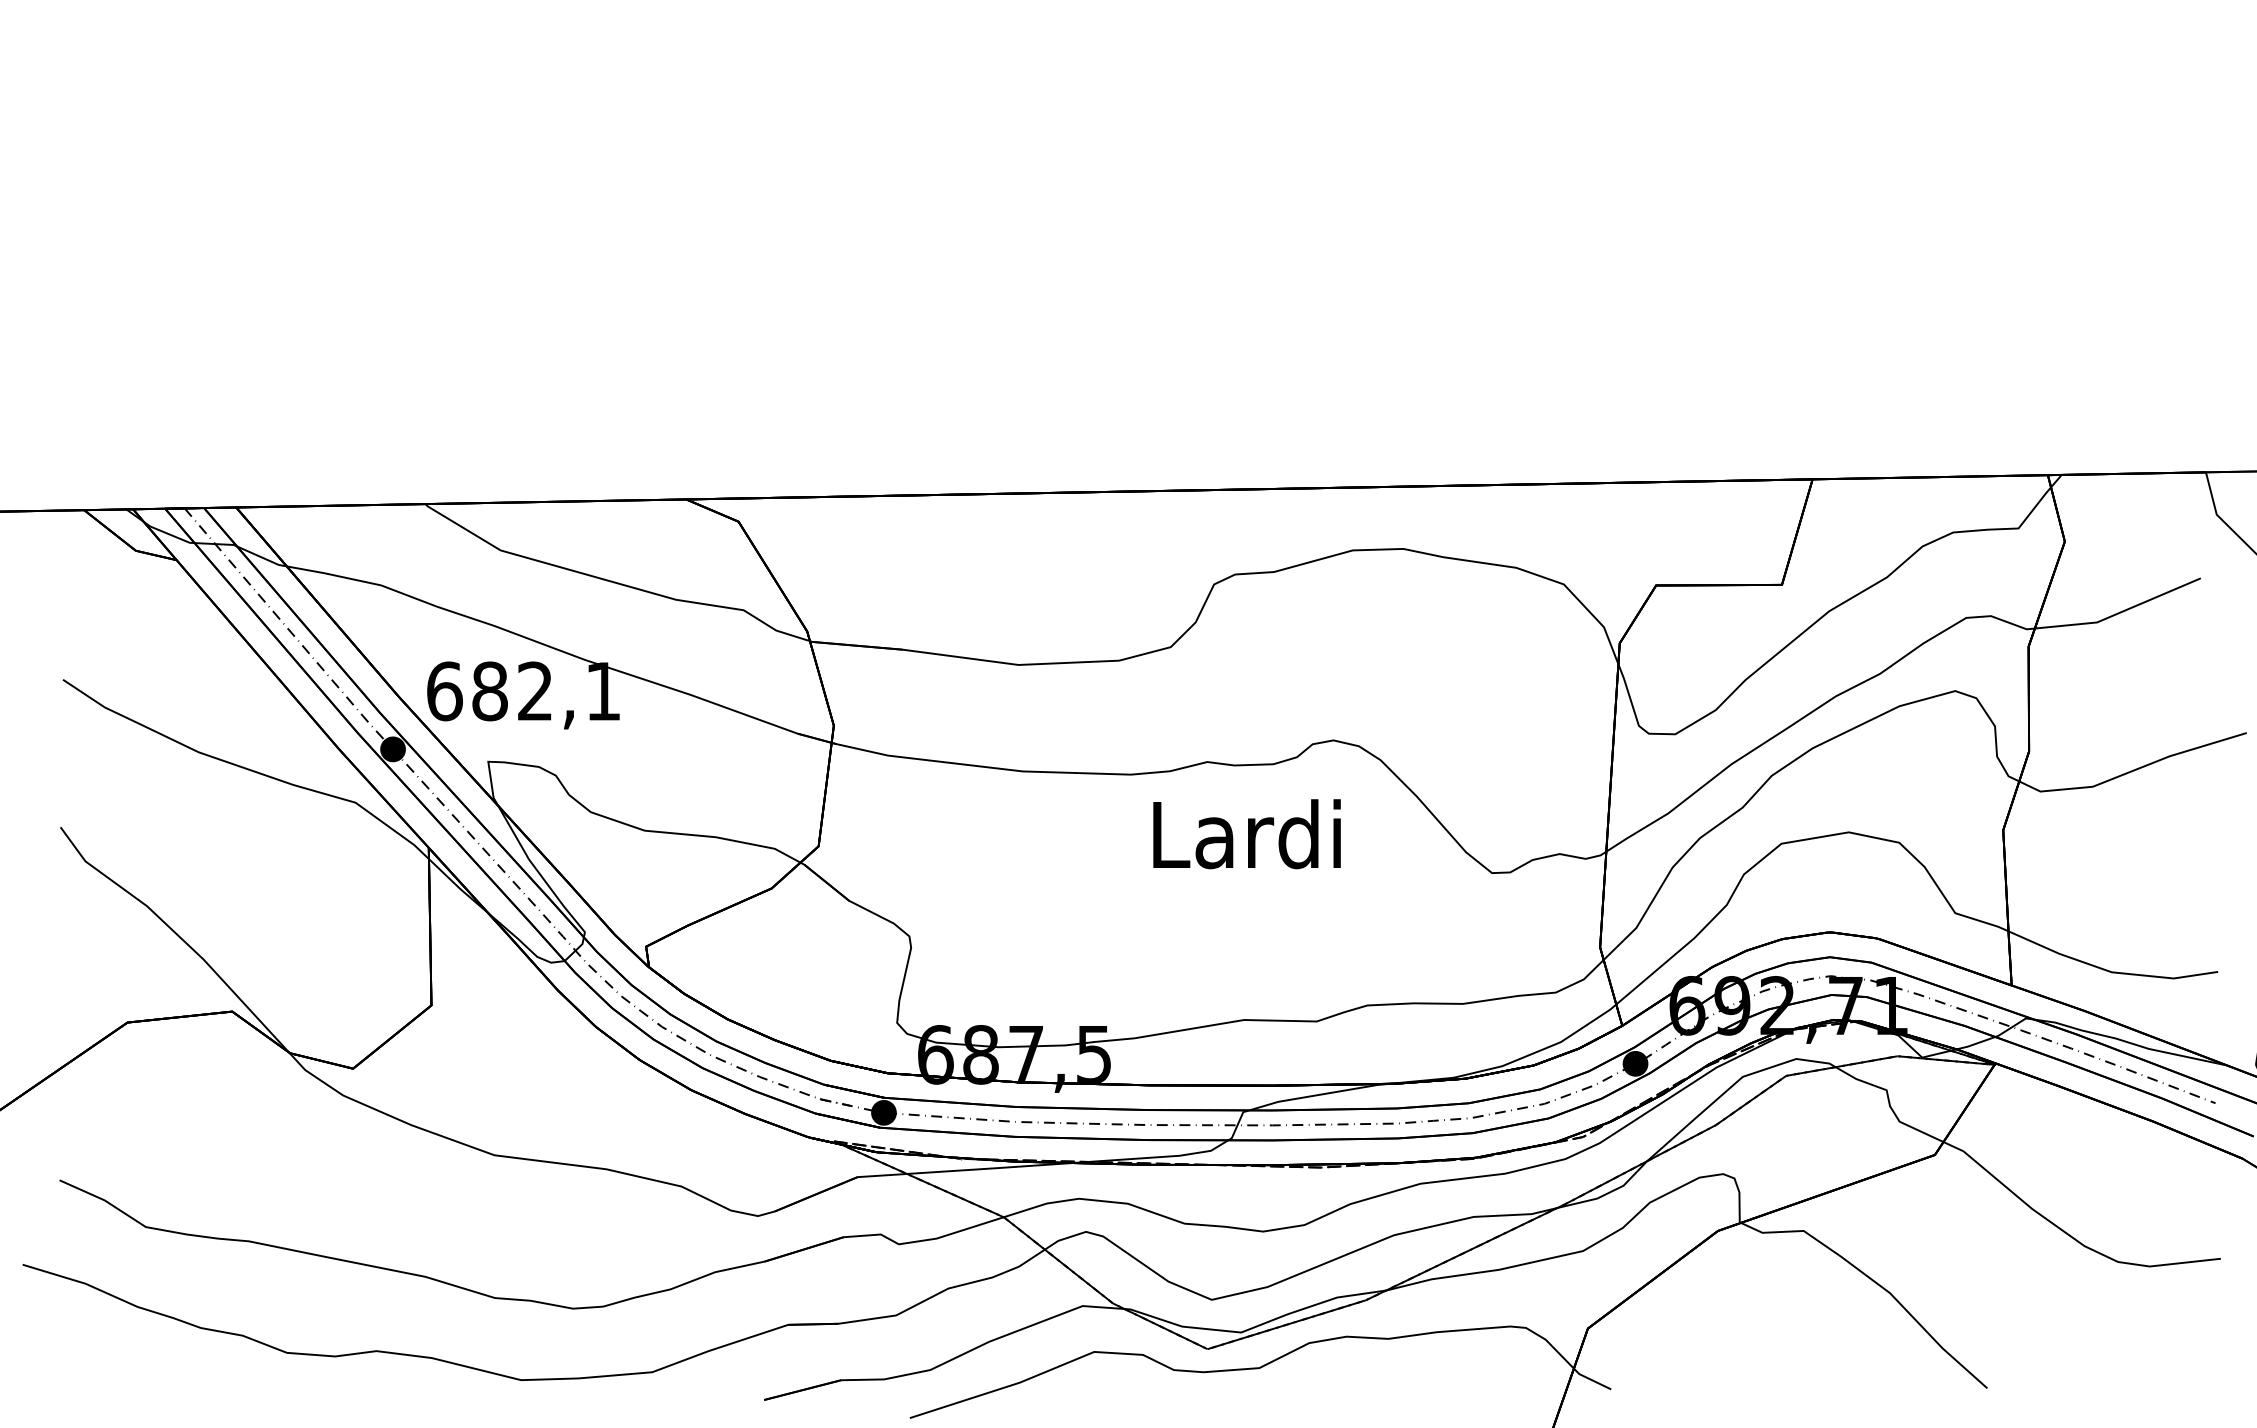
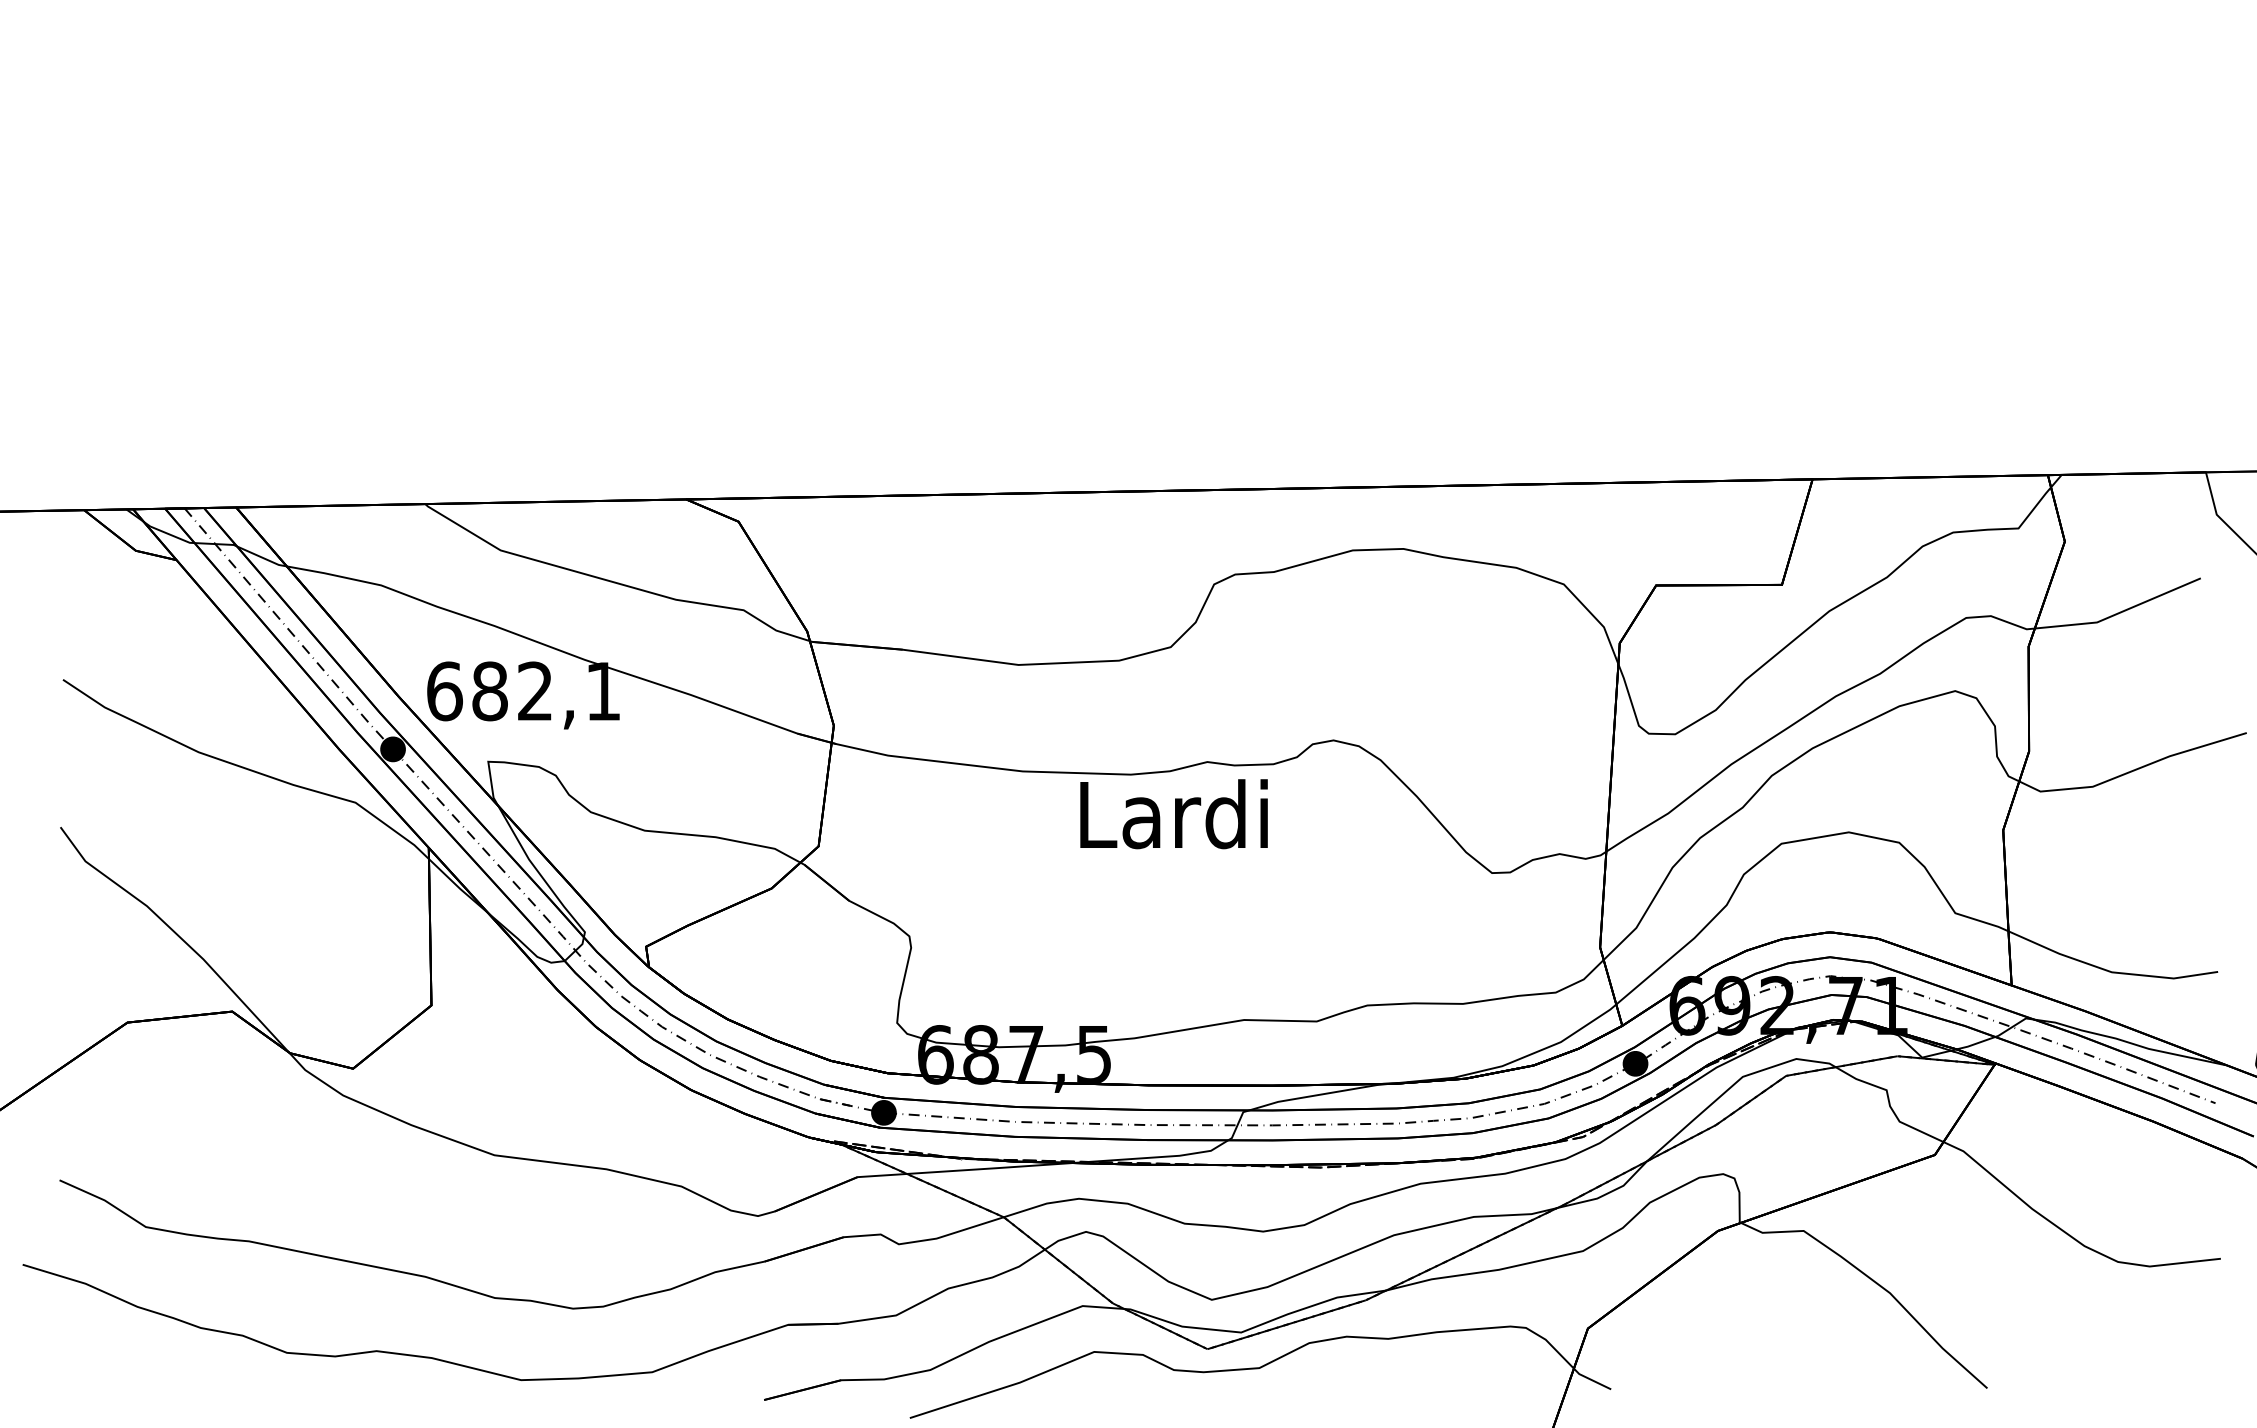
text at (1246, 834) position: (1246, 834) -> (1173, 814)
